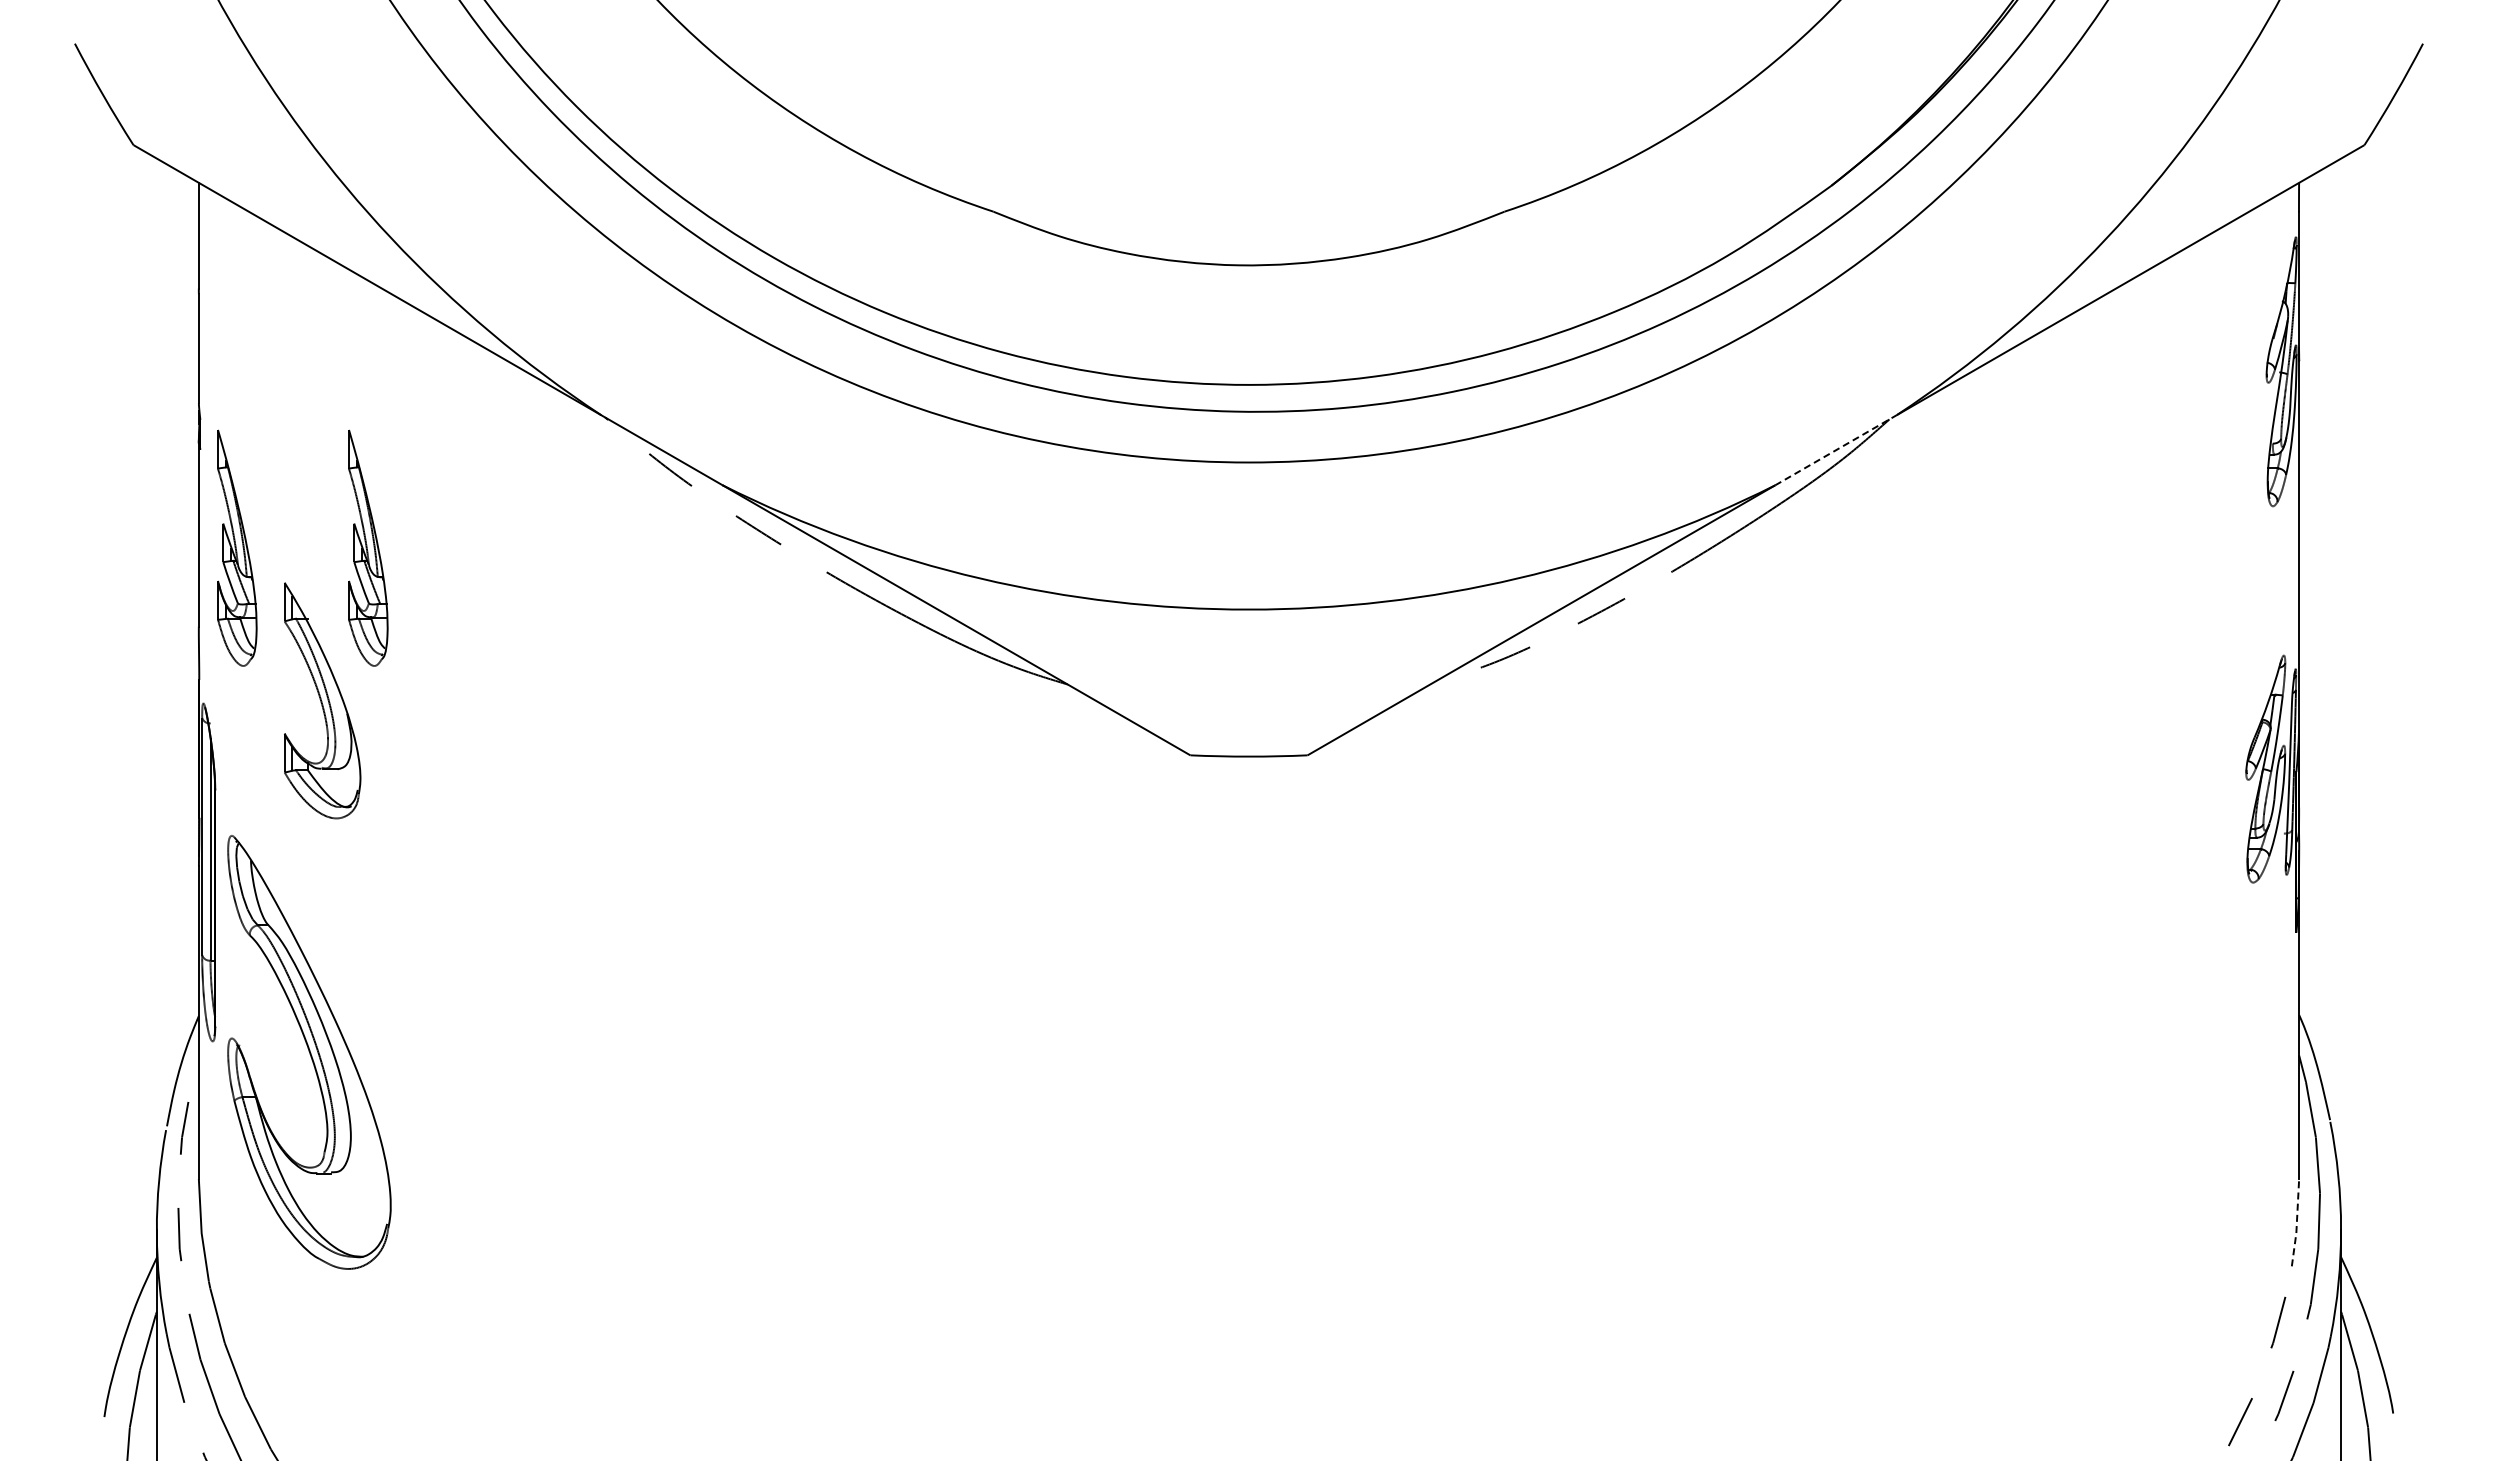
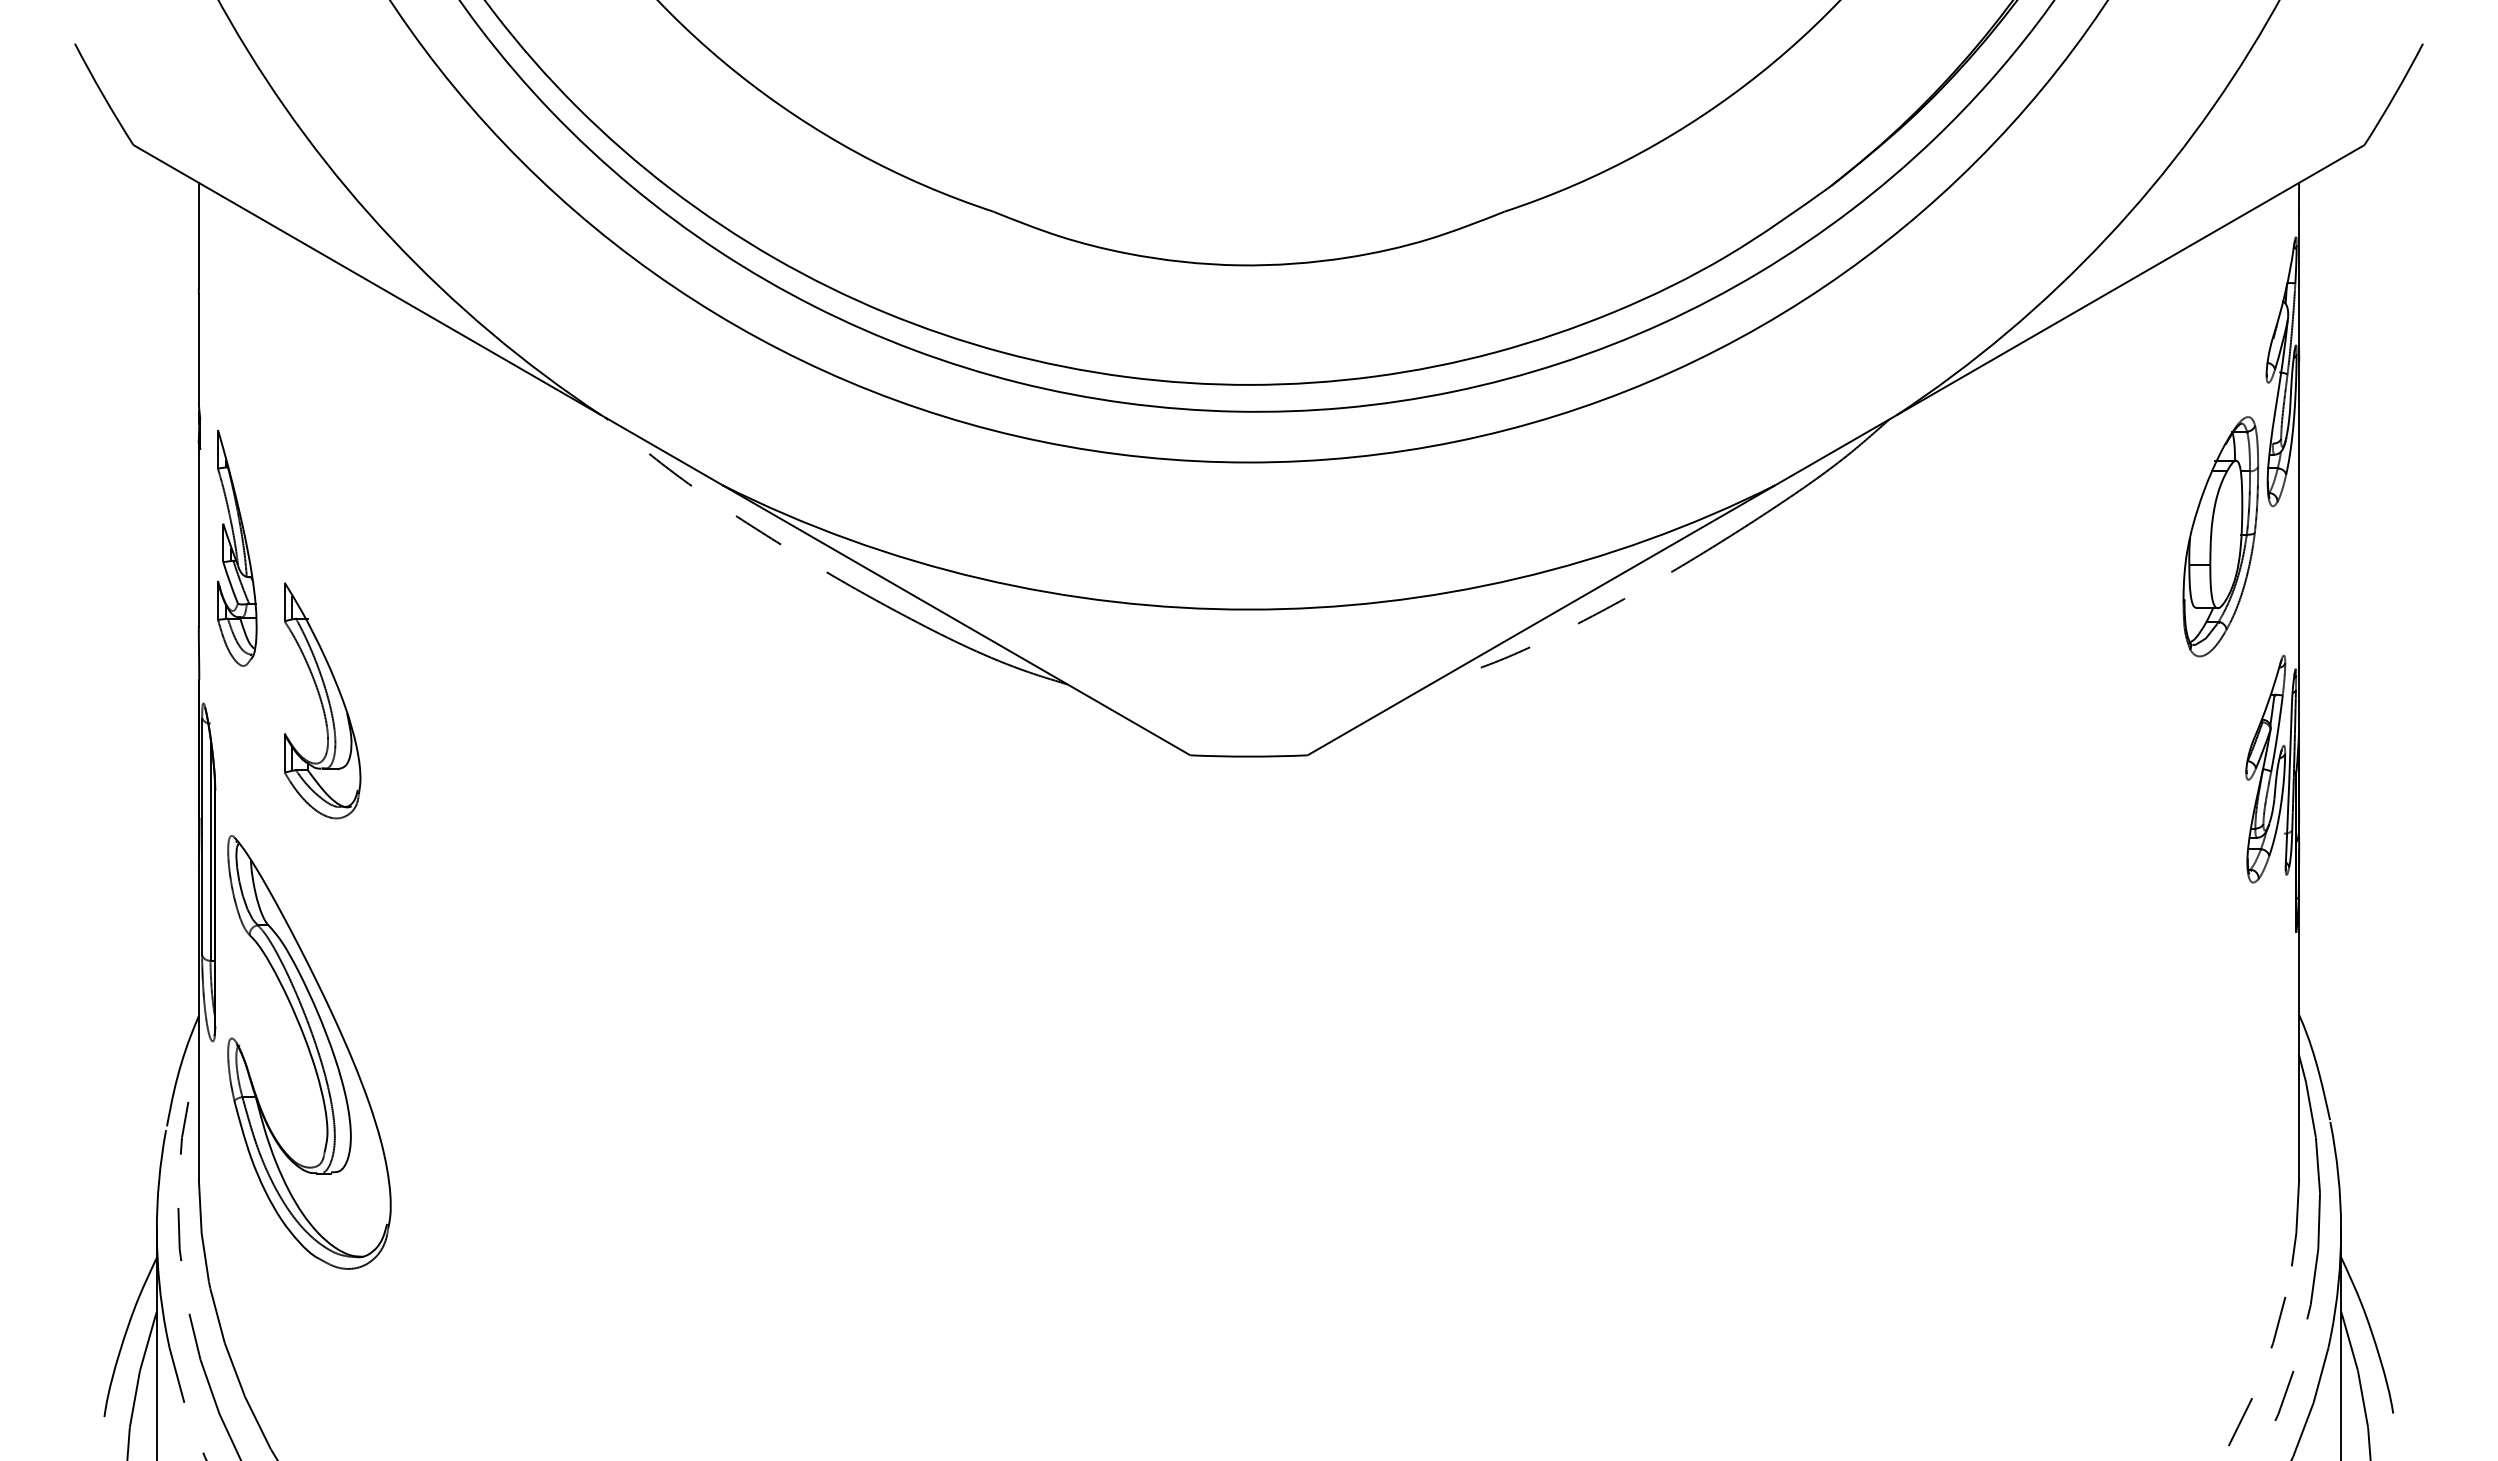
line at (1836, 450): dashed -> solid
part at (2220, 536): none -> present
part at (368, 547): present -> none
line at (2296, 1223): dashed -> solid
